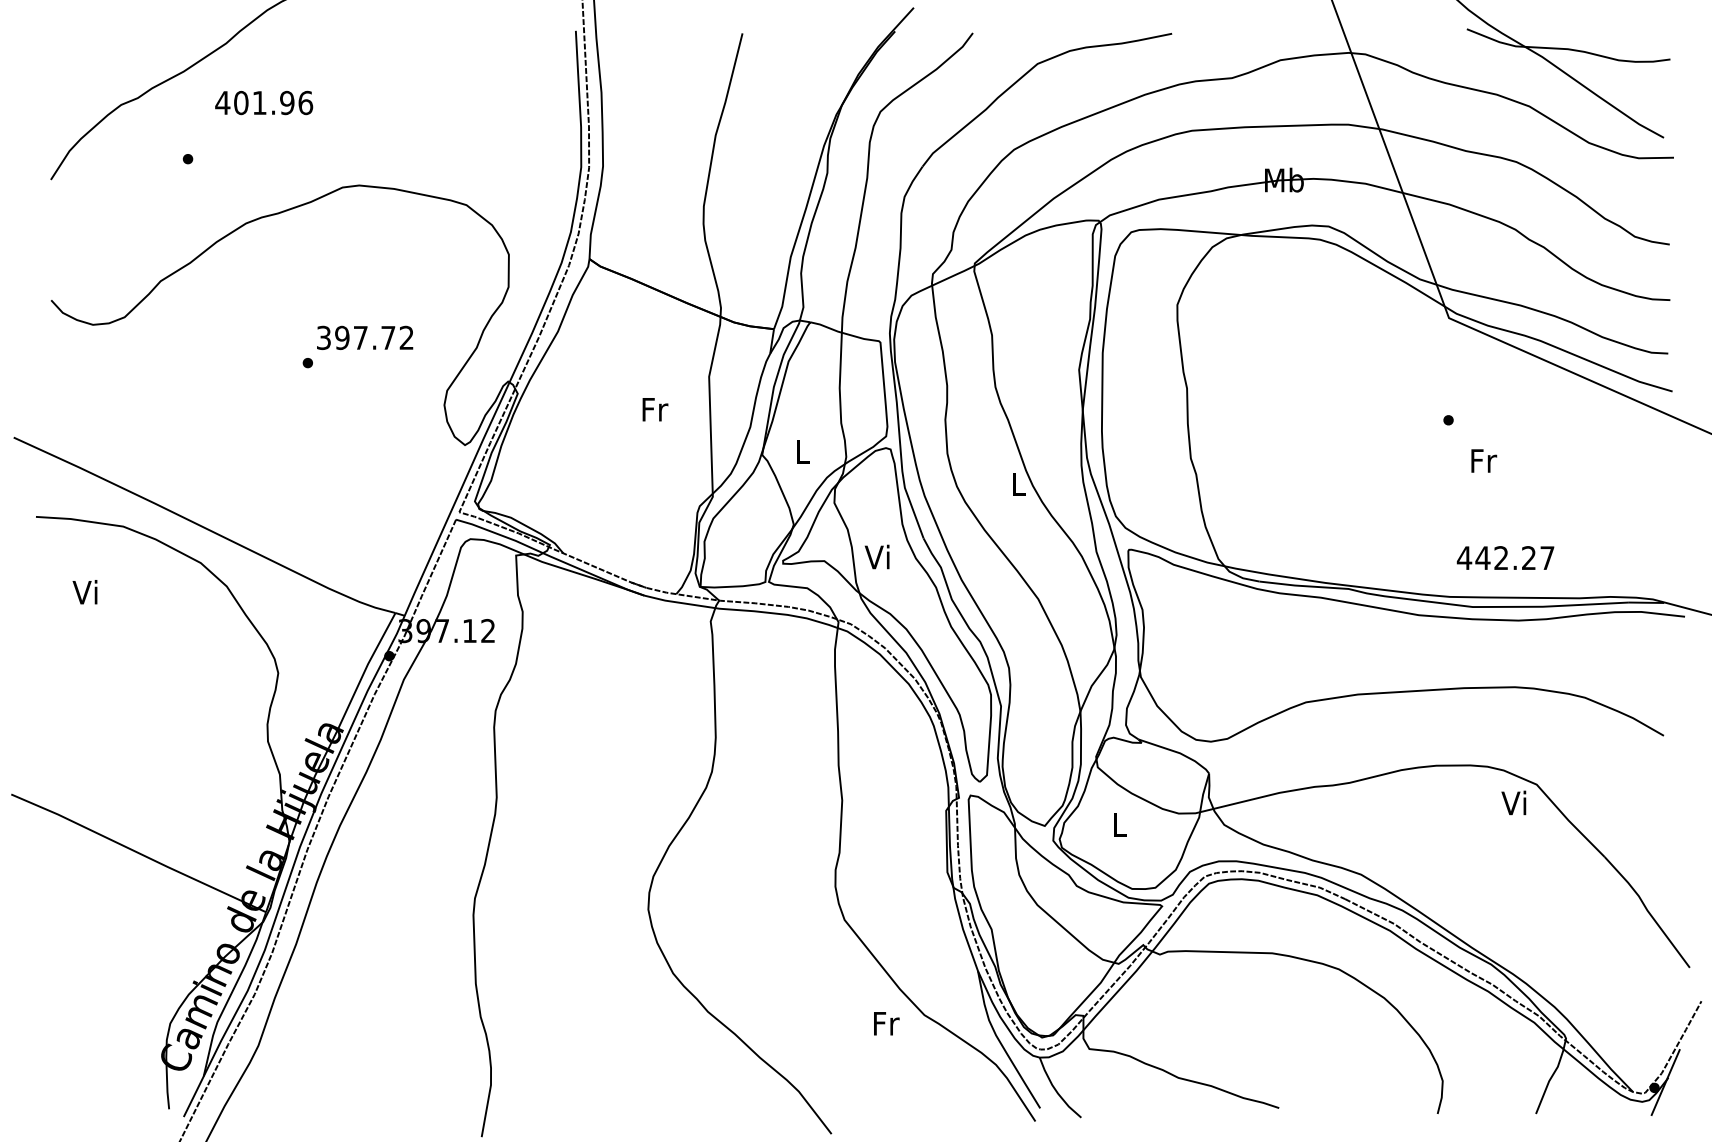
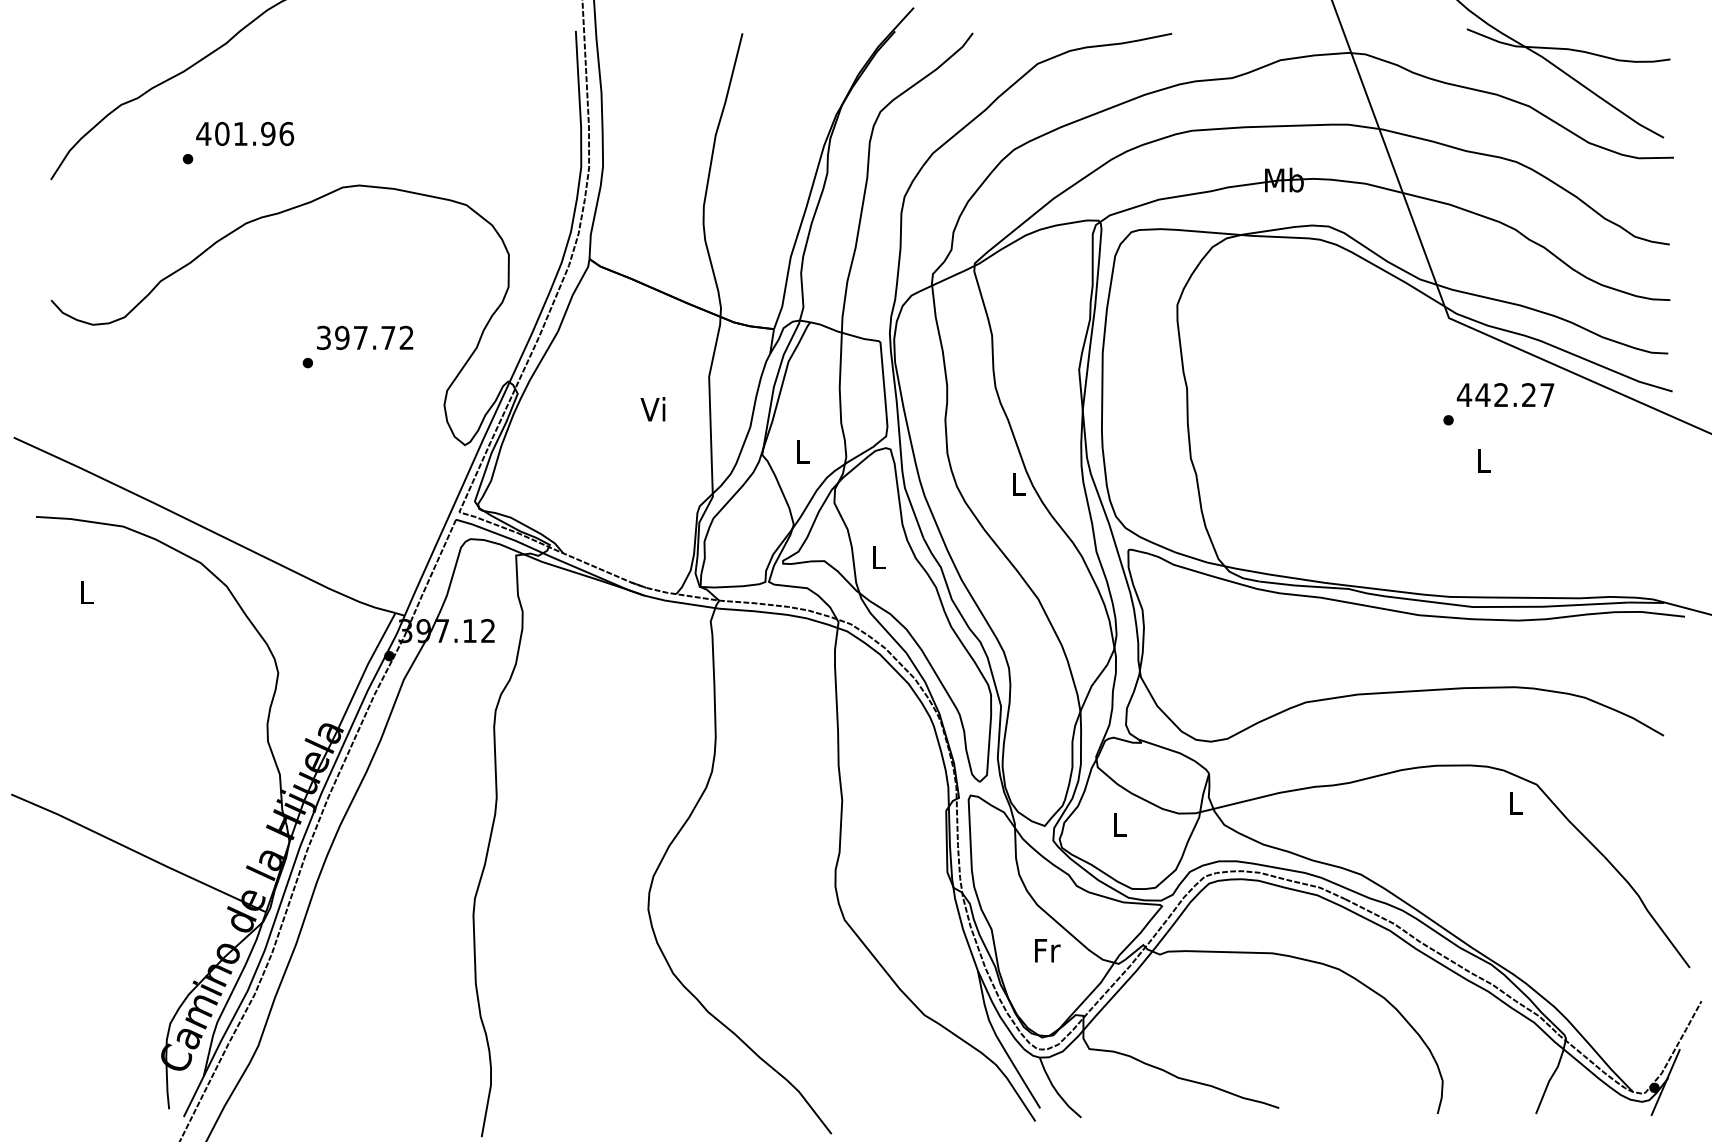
text at (264, 102) position: (264, 102) -> (245, 133)
text at (654, 409): Fr -> Vi
text at (1484, 460): Fr -> L
text at (876, 556): Vi -> L
text at (1505, 557) position: (1505, 557) -> (1505, 394)
text at (84, 592): Vi -> L
text at (1513, 802): Vi -> L
text at (886, 1023) position: (886, 1023) -> (1047, 950)
